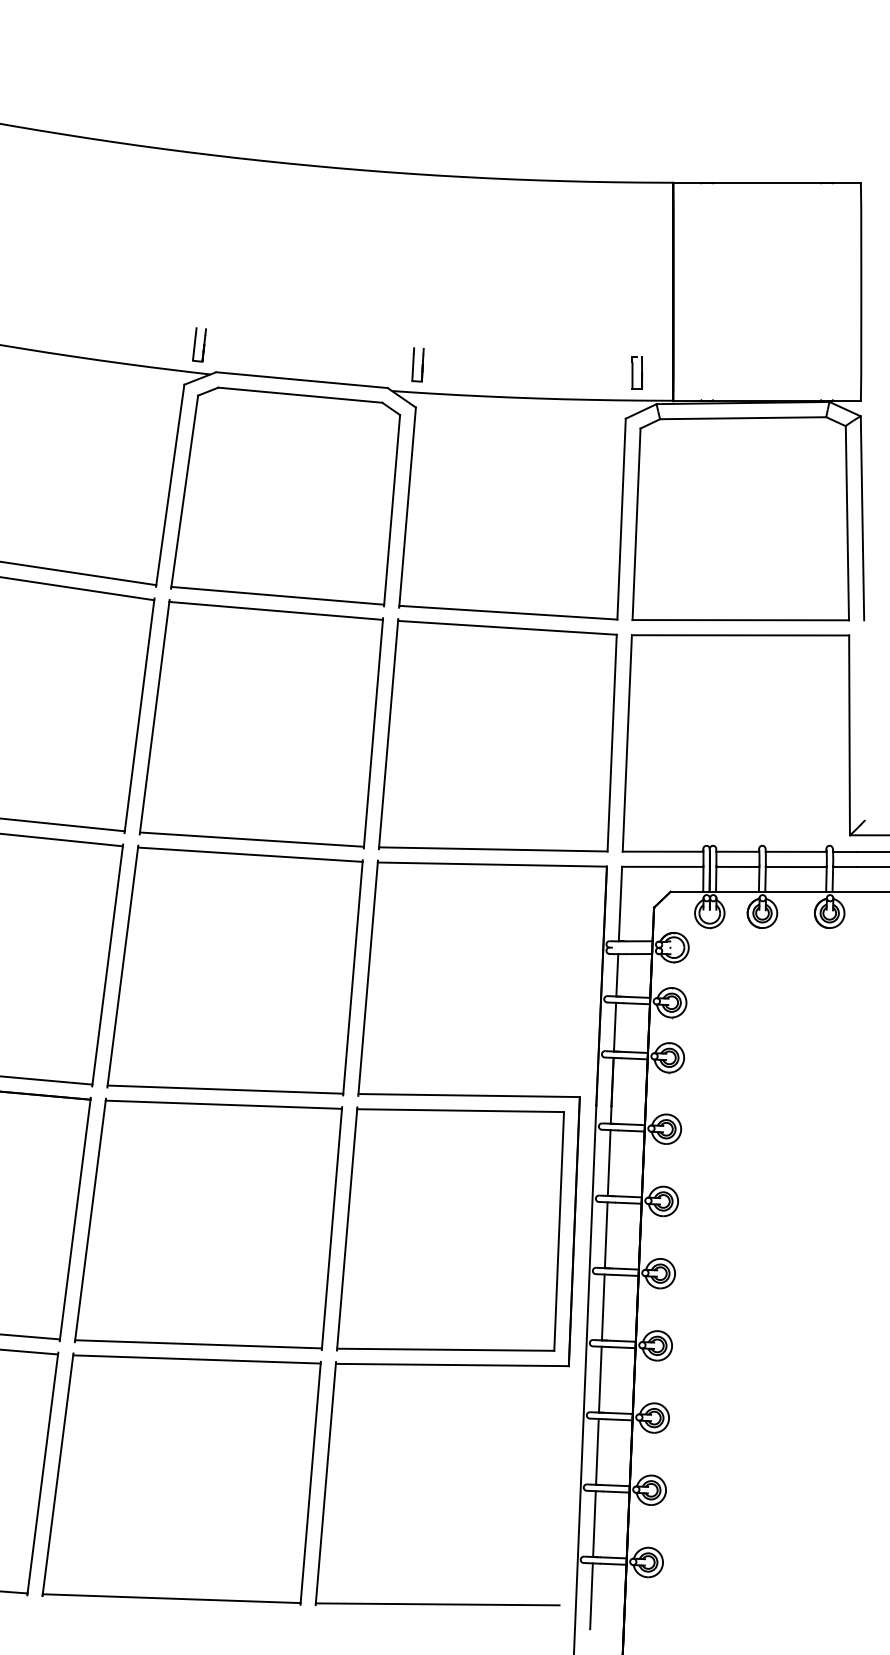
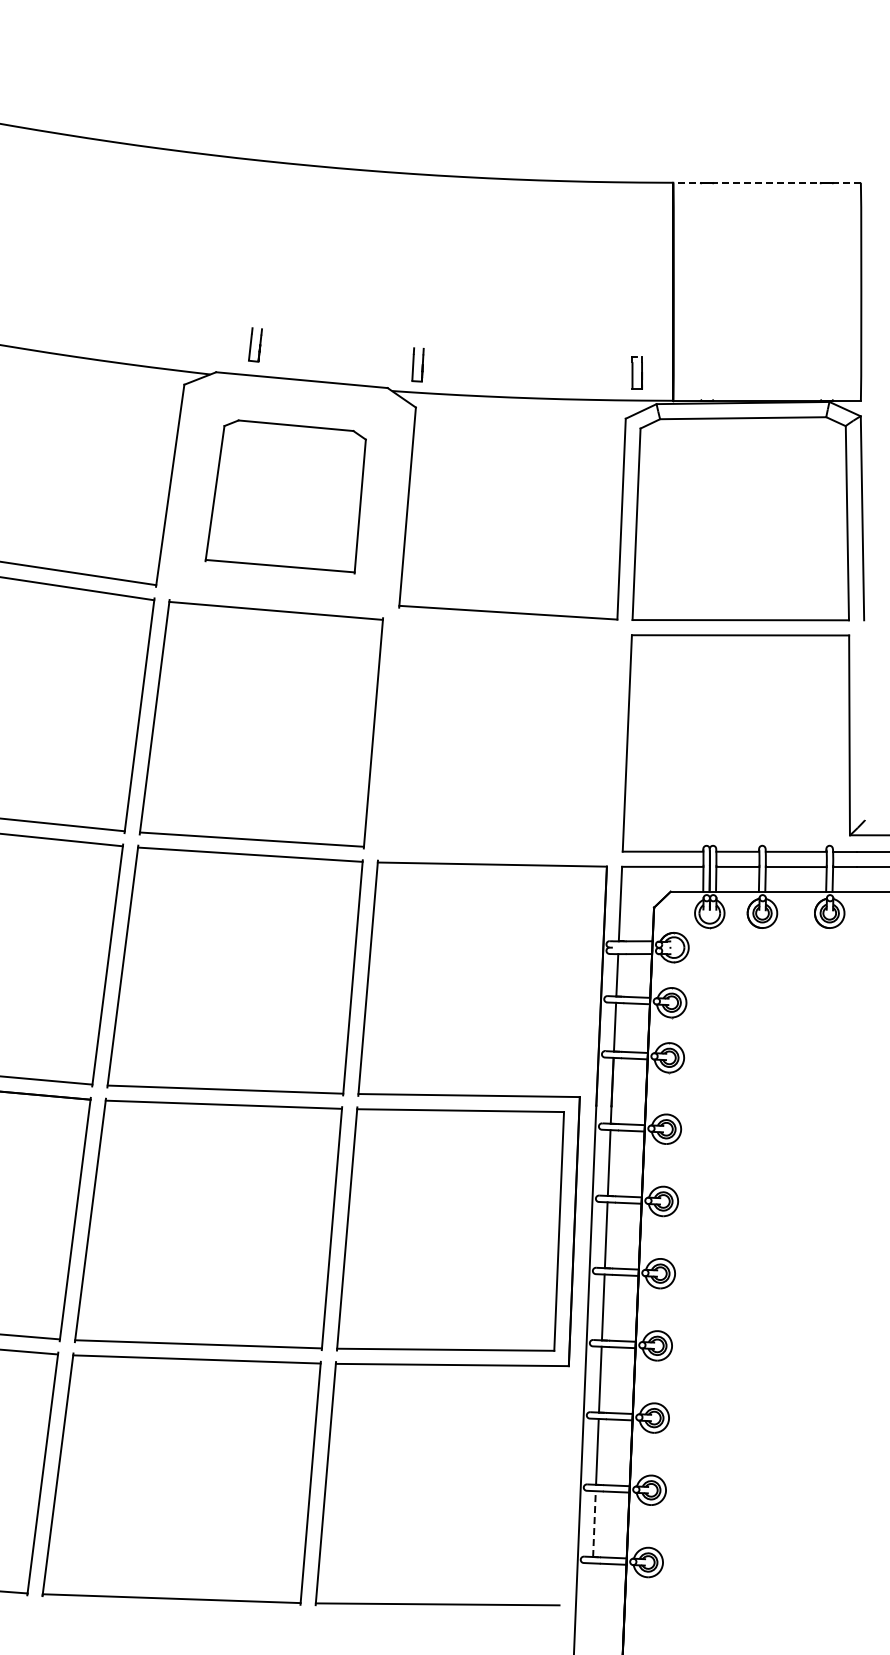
line at (767, 182): solid -> dashed
part at (199, 344) position: (199, 344) -> (255, 344)
part at (285, 496) size: 232x222 px -> 163x156 px
part at (497, 735): present -> none
line at (594, 1524): solid -> dashed
line at (591, 1596): present -> none
